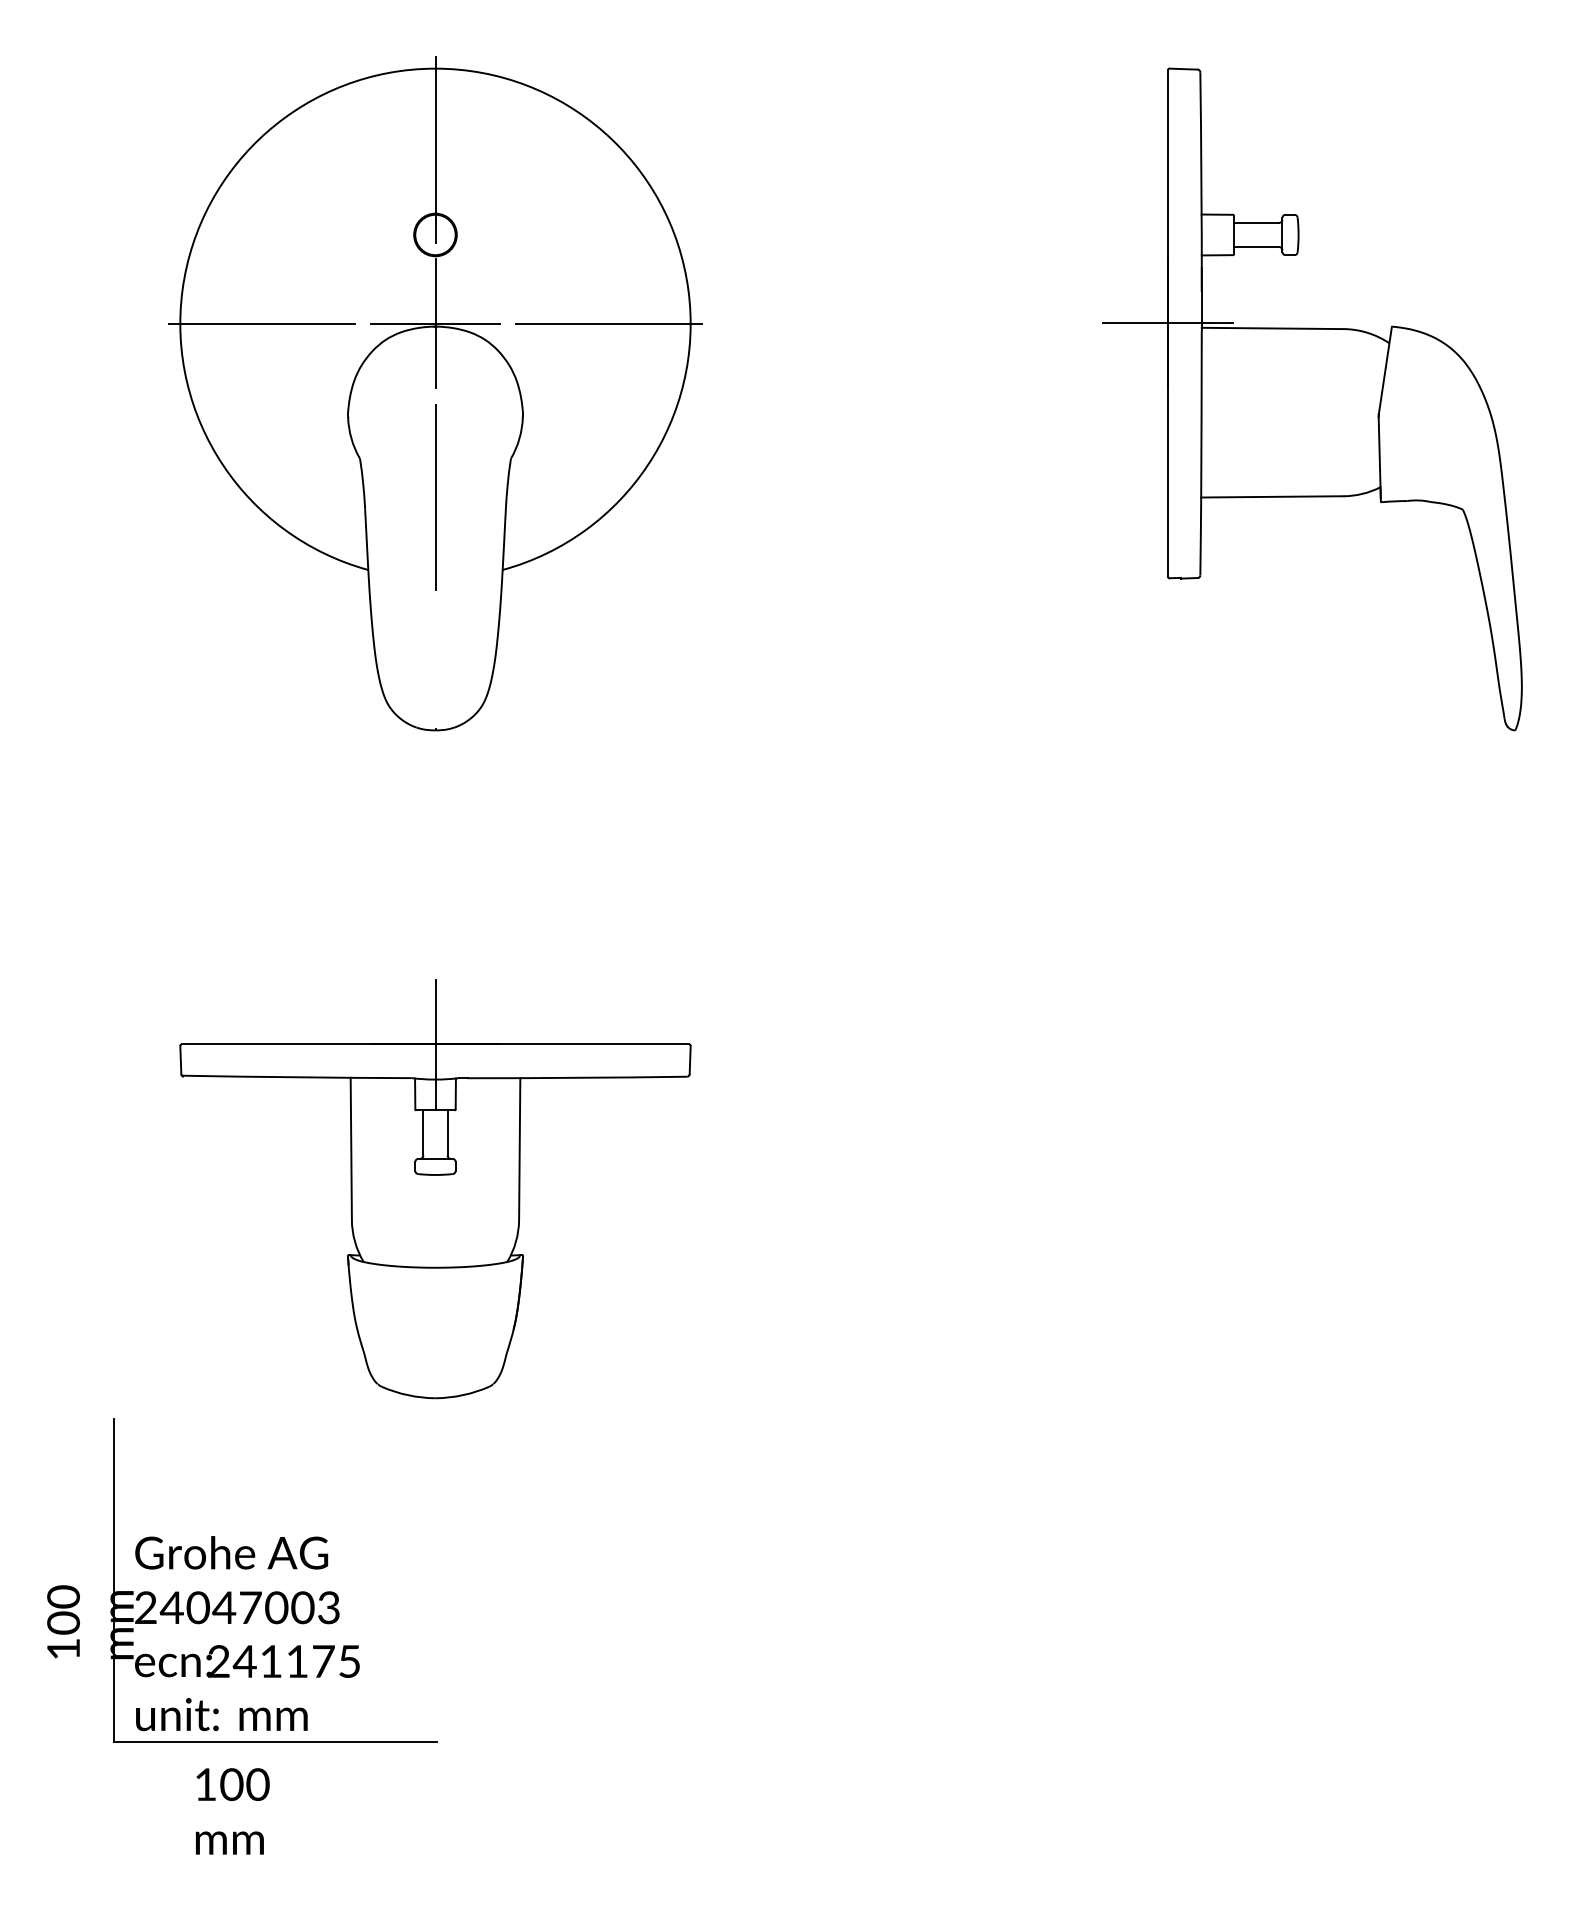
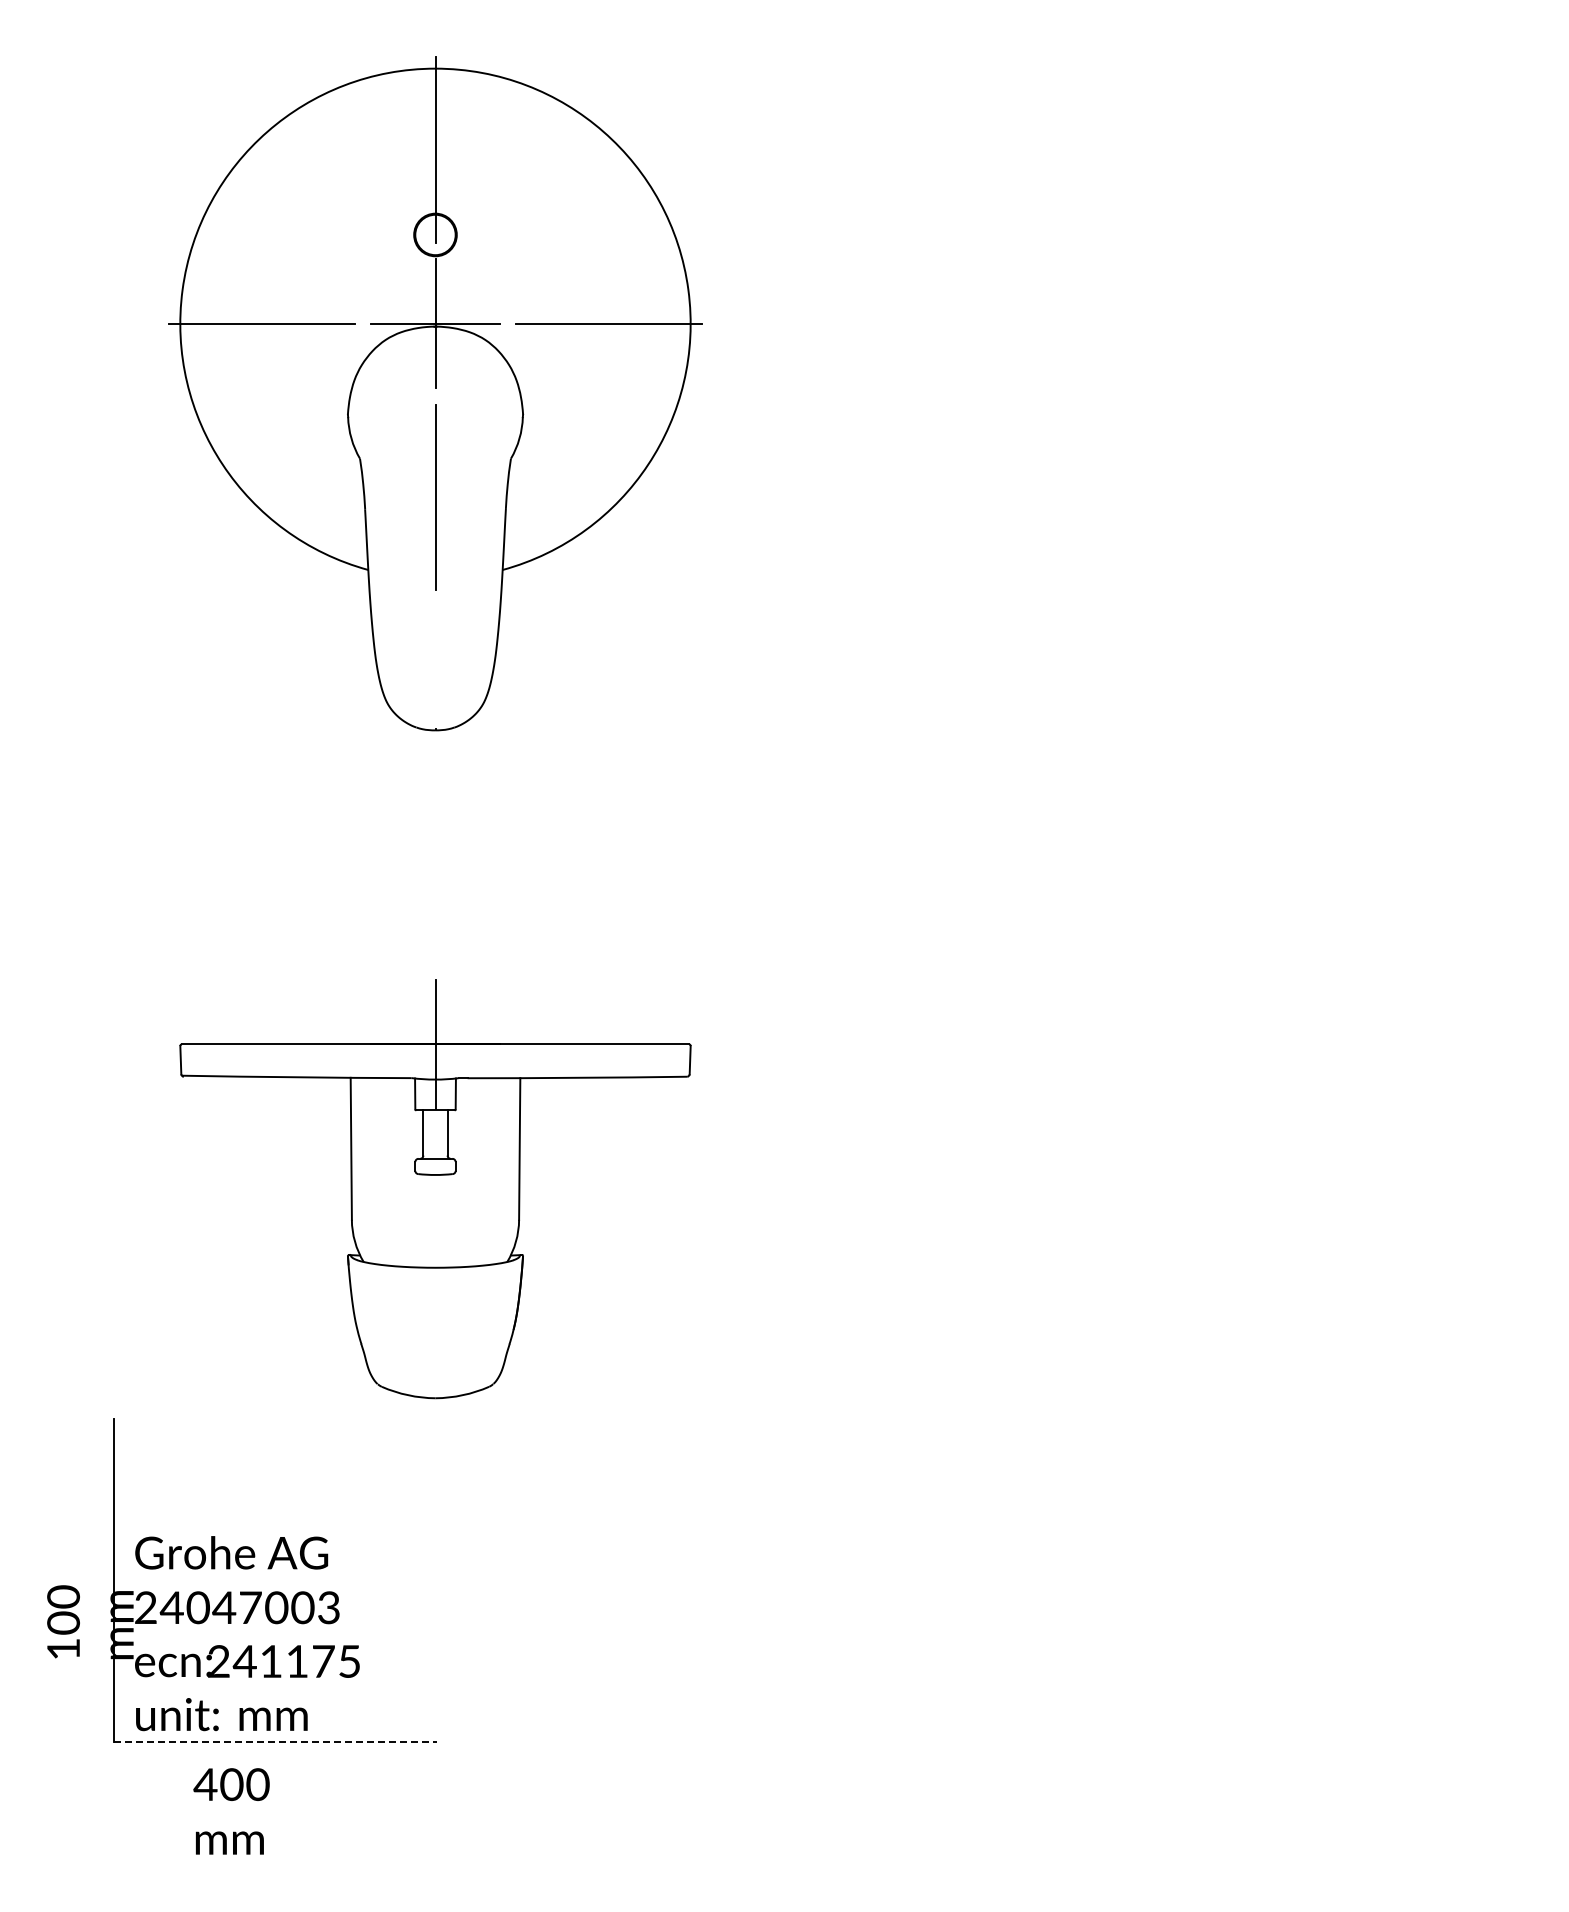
part at (1312, 399): present -> none
line at (275, 1741): solid -> dashed
text at (205, 1784): 100 -> 400
